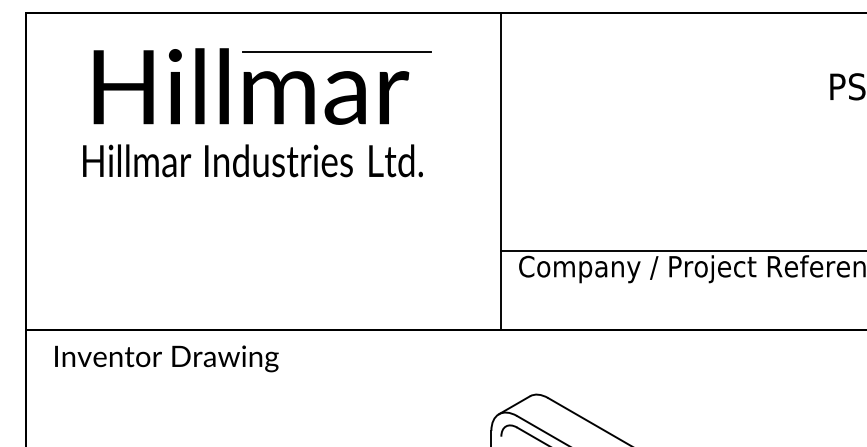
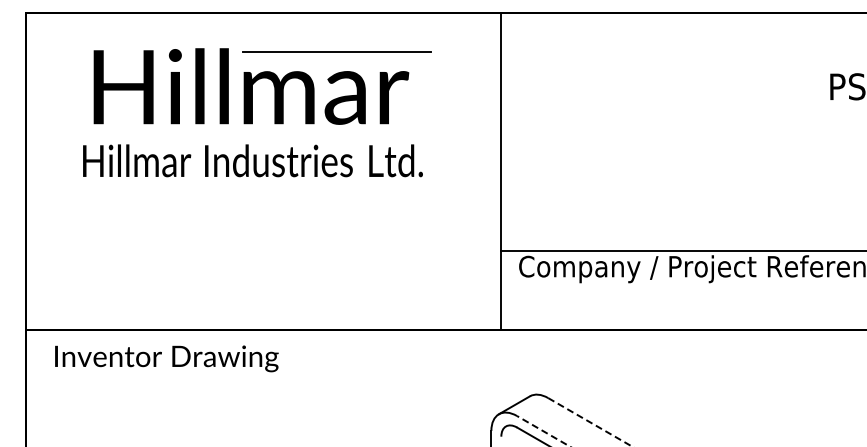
line at (590, 422): solid -> dashed
line at (543, 431): solid -> dashed
